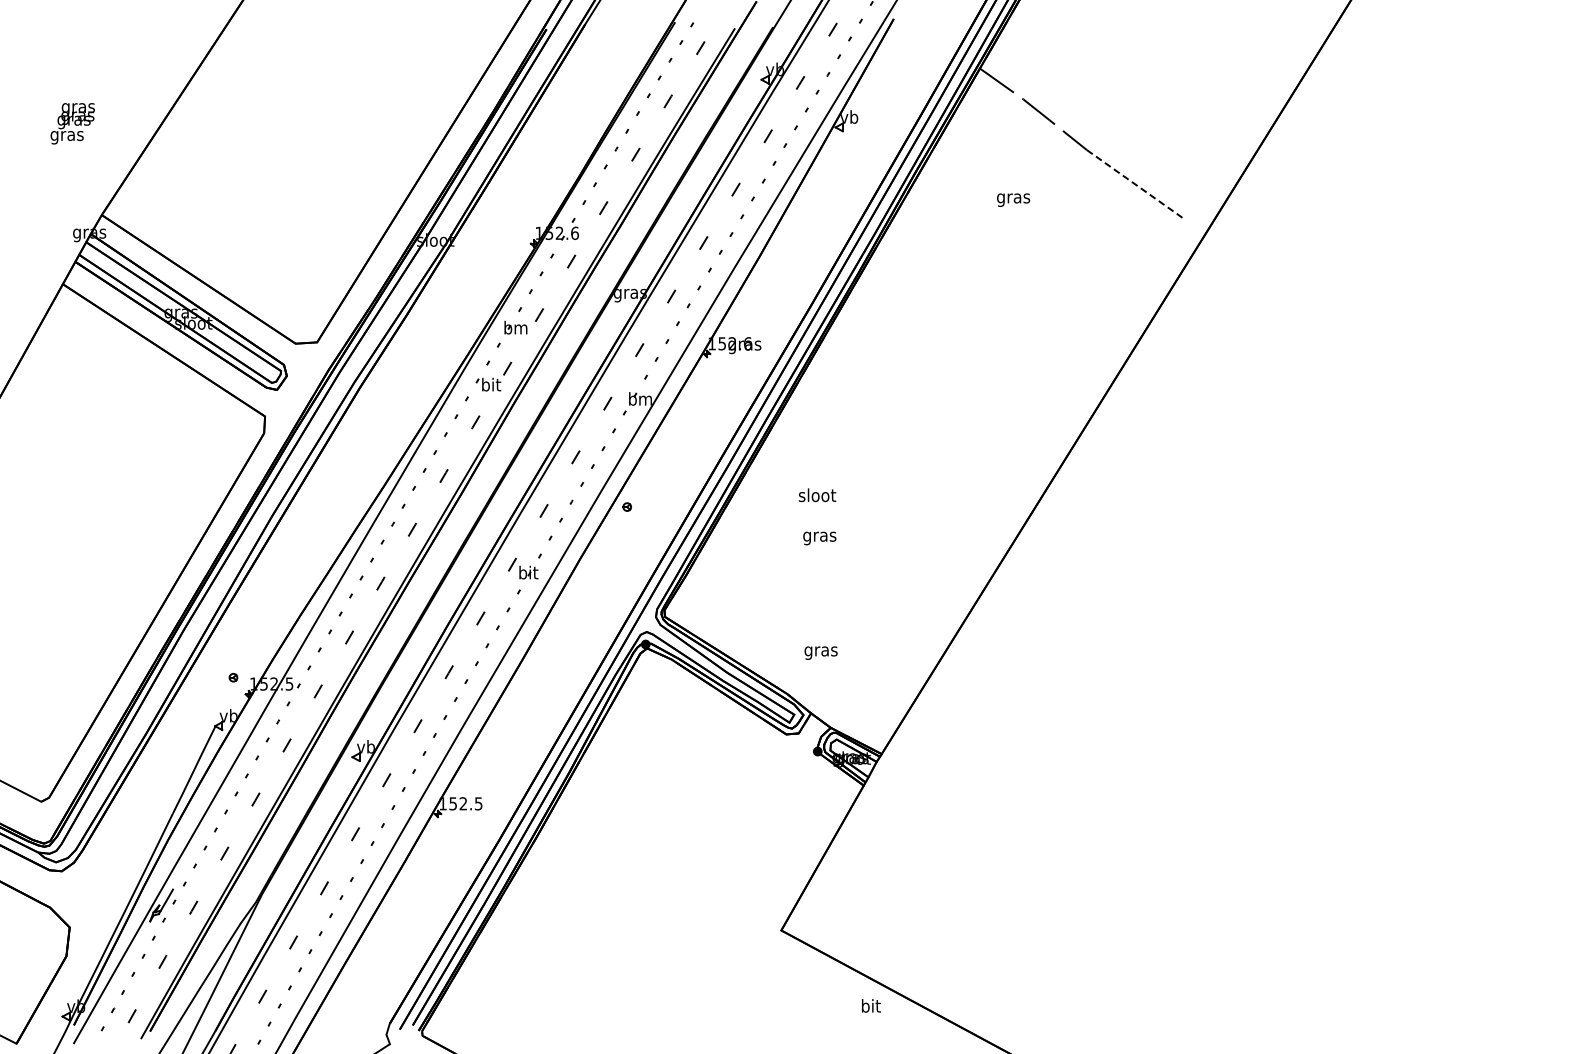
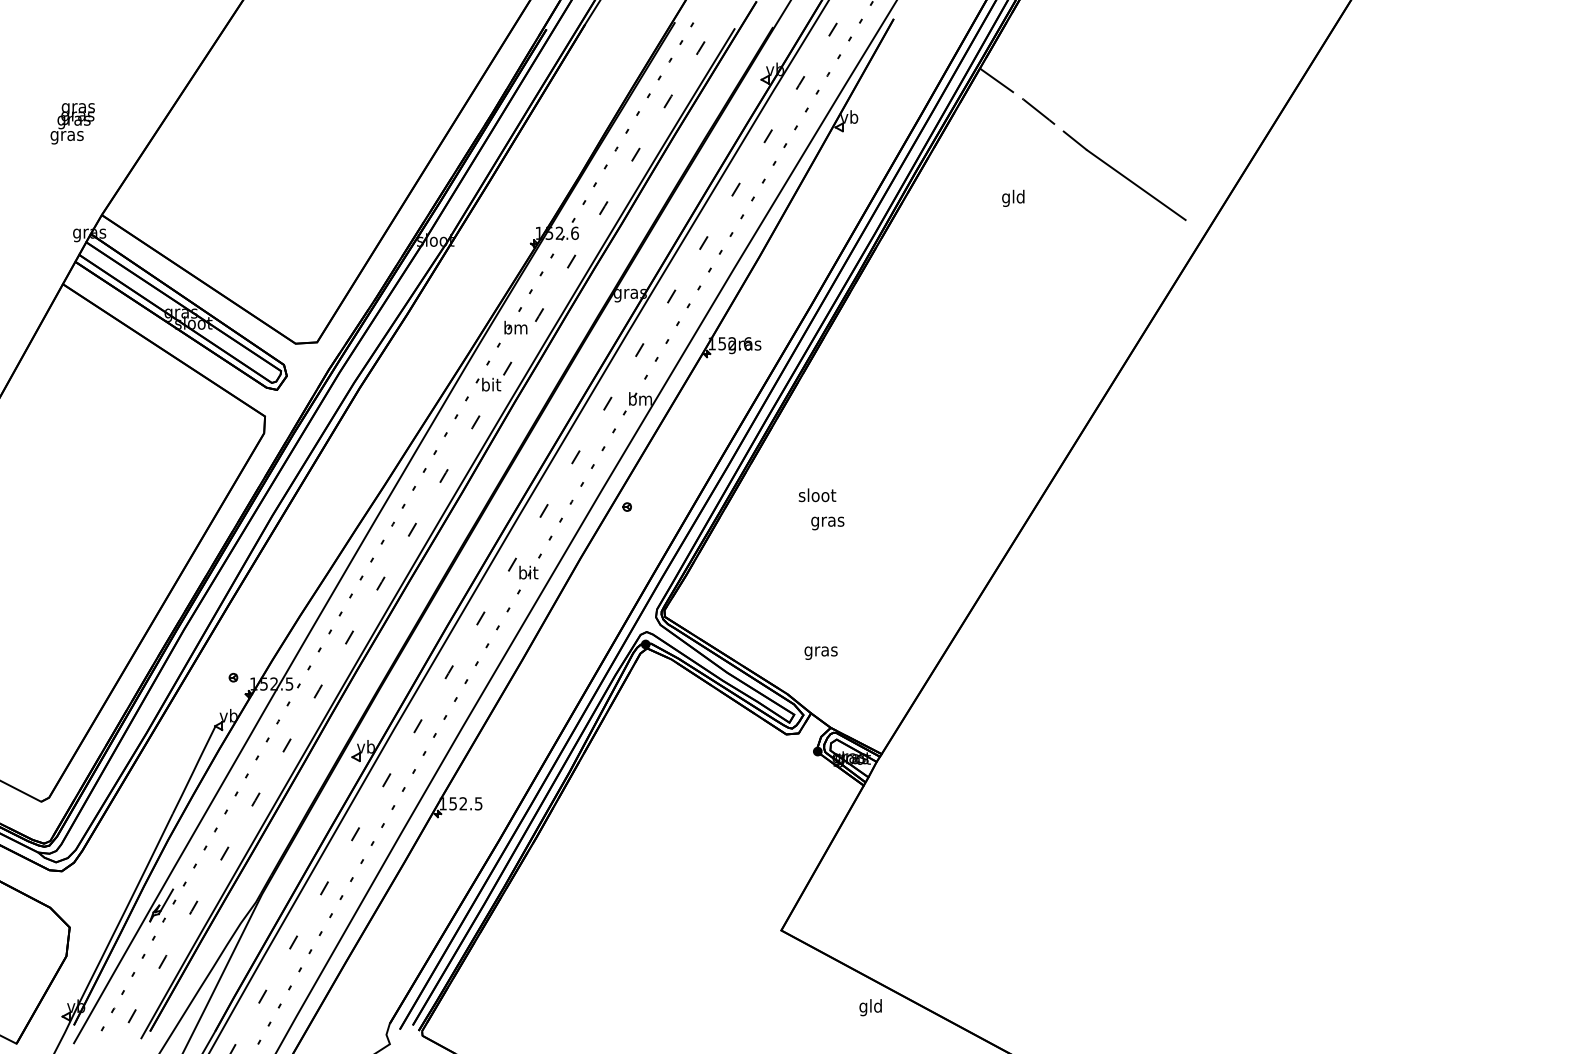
line at (1136, 185): dashed -> solid
text at (1013, 197): gras -> gld
text at (819, 538) position: (819, 538) -> (827, 523)
text at (870, 1007): bit -> gld
